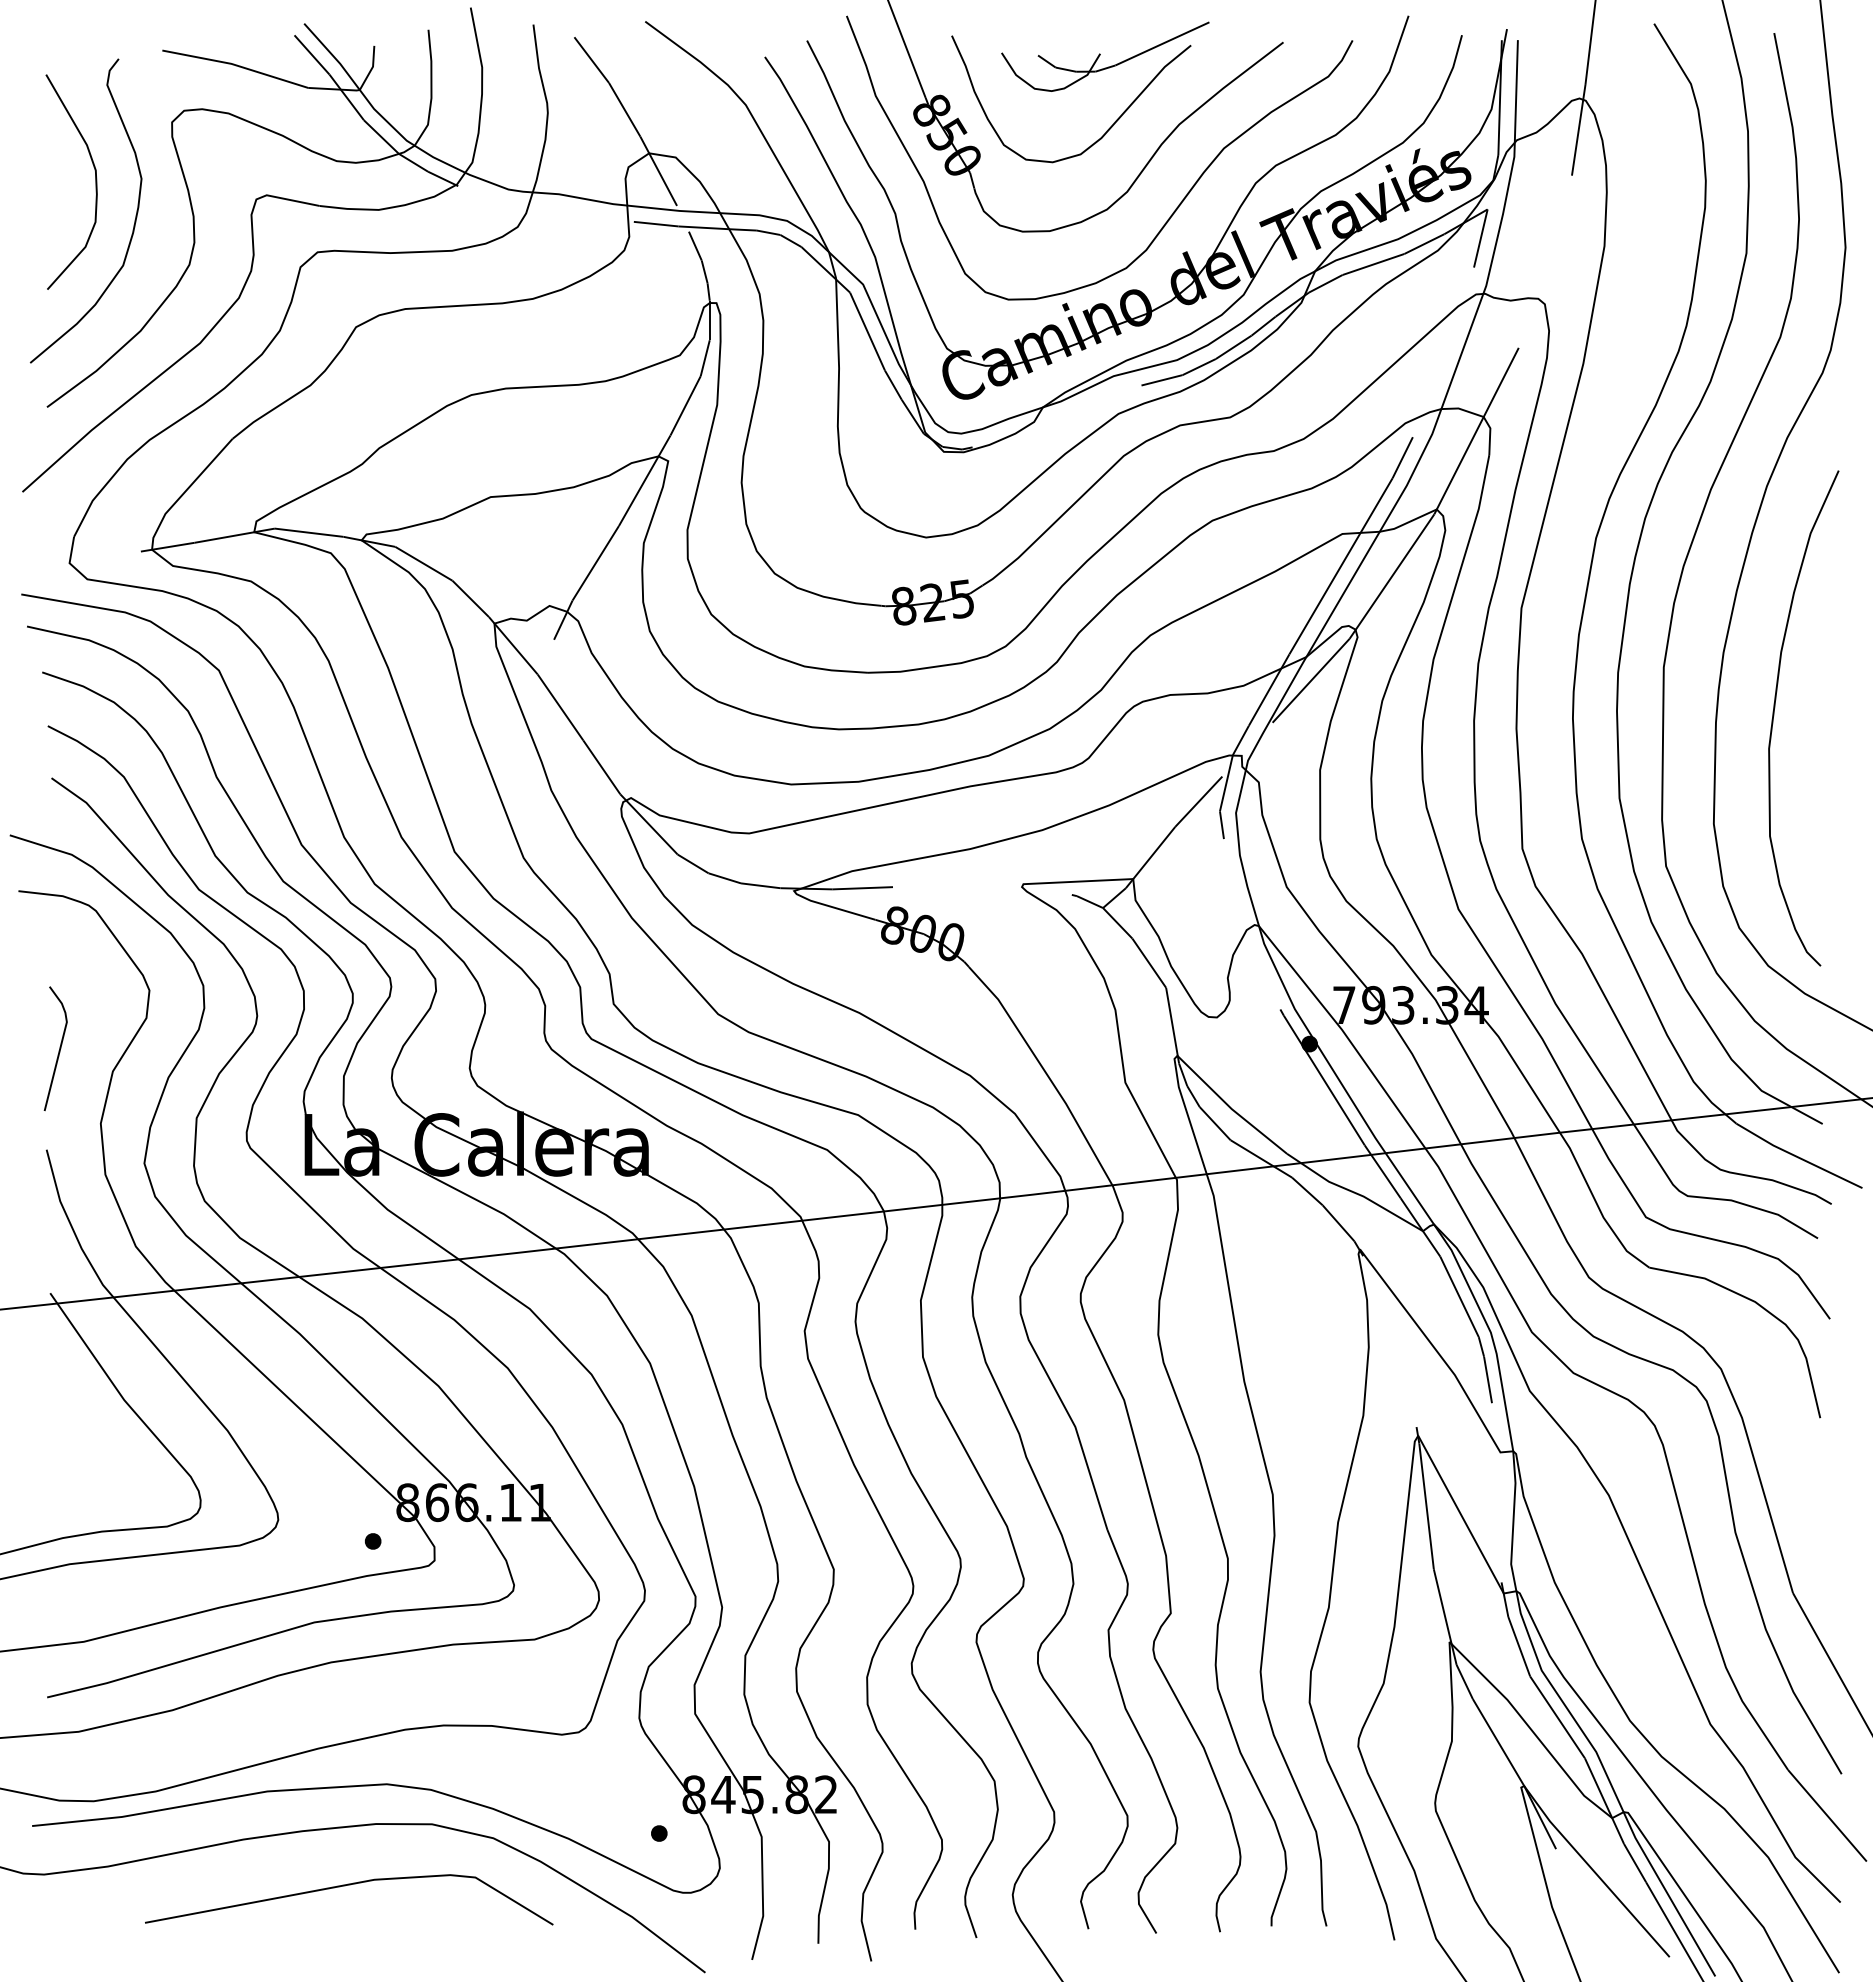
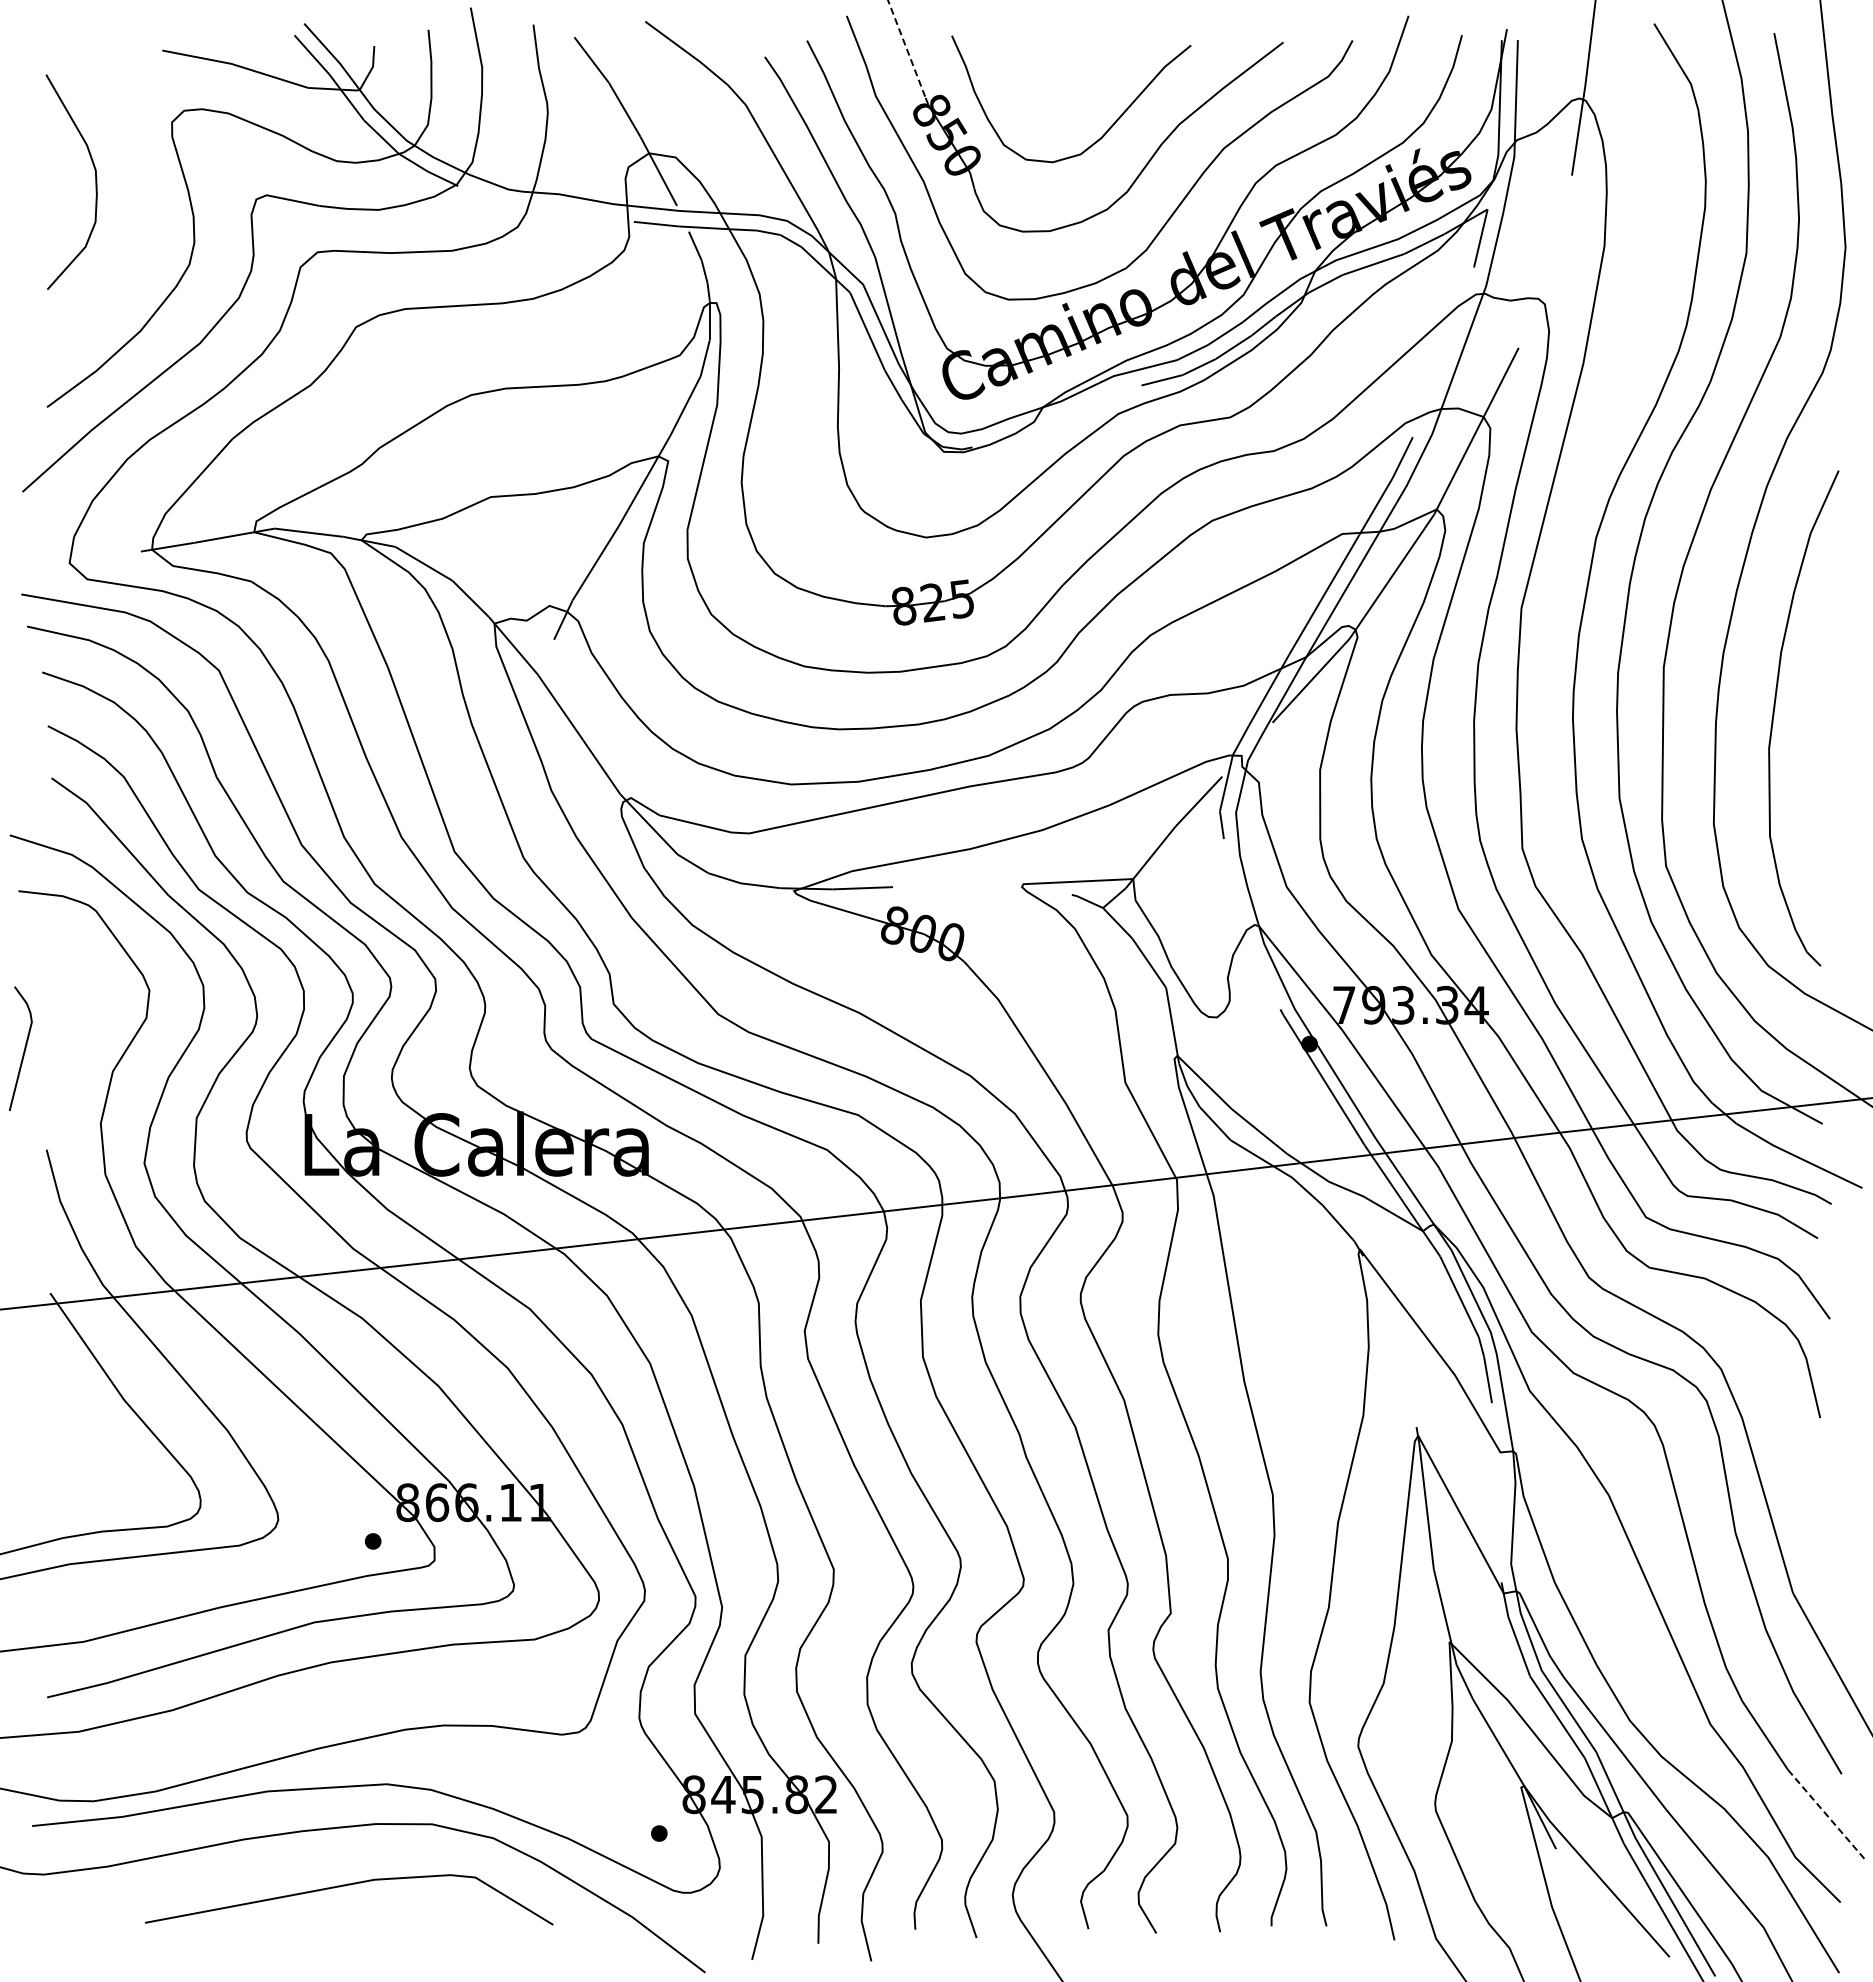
line at (907, 49): solid -> dashed
part at (1105, 56): present -> none
curve at (134, 220): present -> none
line at (58, 1050) position: (58, 1050) -> (23, 1050)
line at (1827, 1816): solid -> dashed
